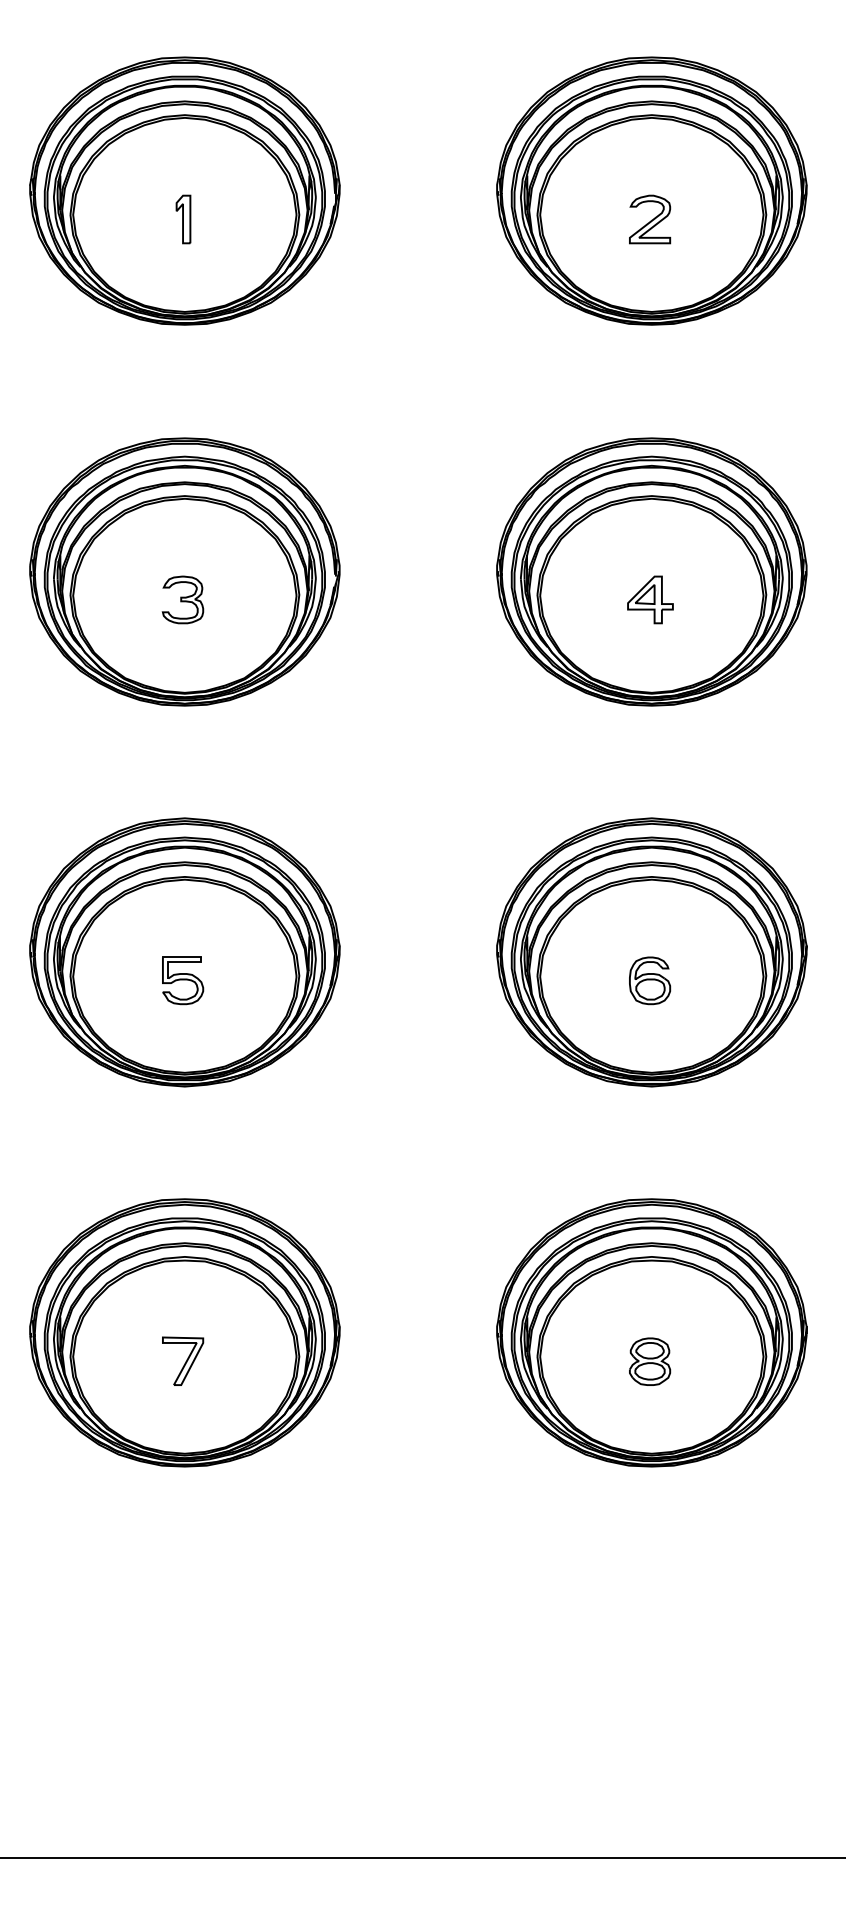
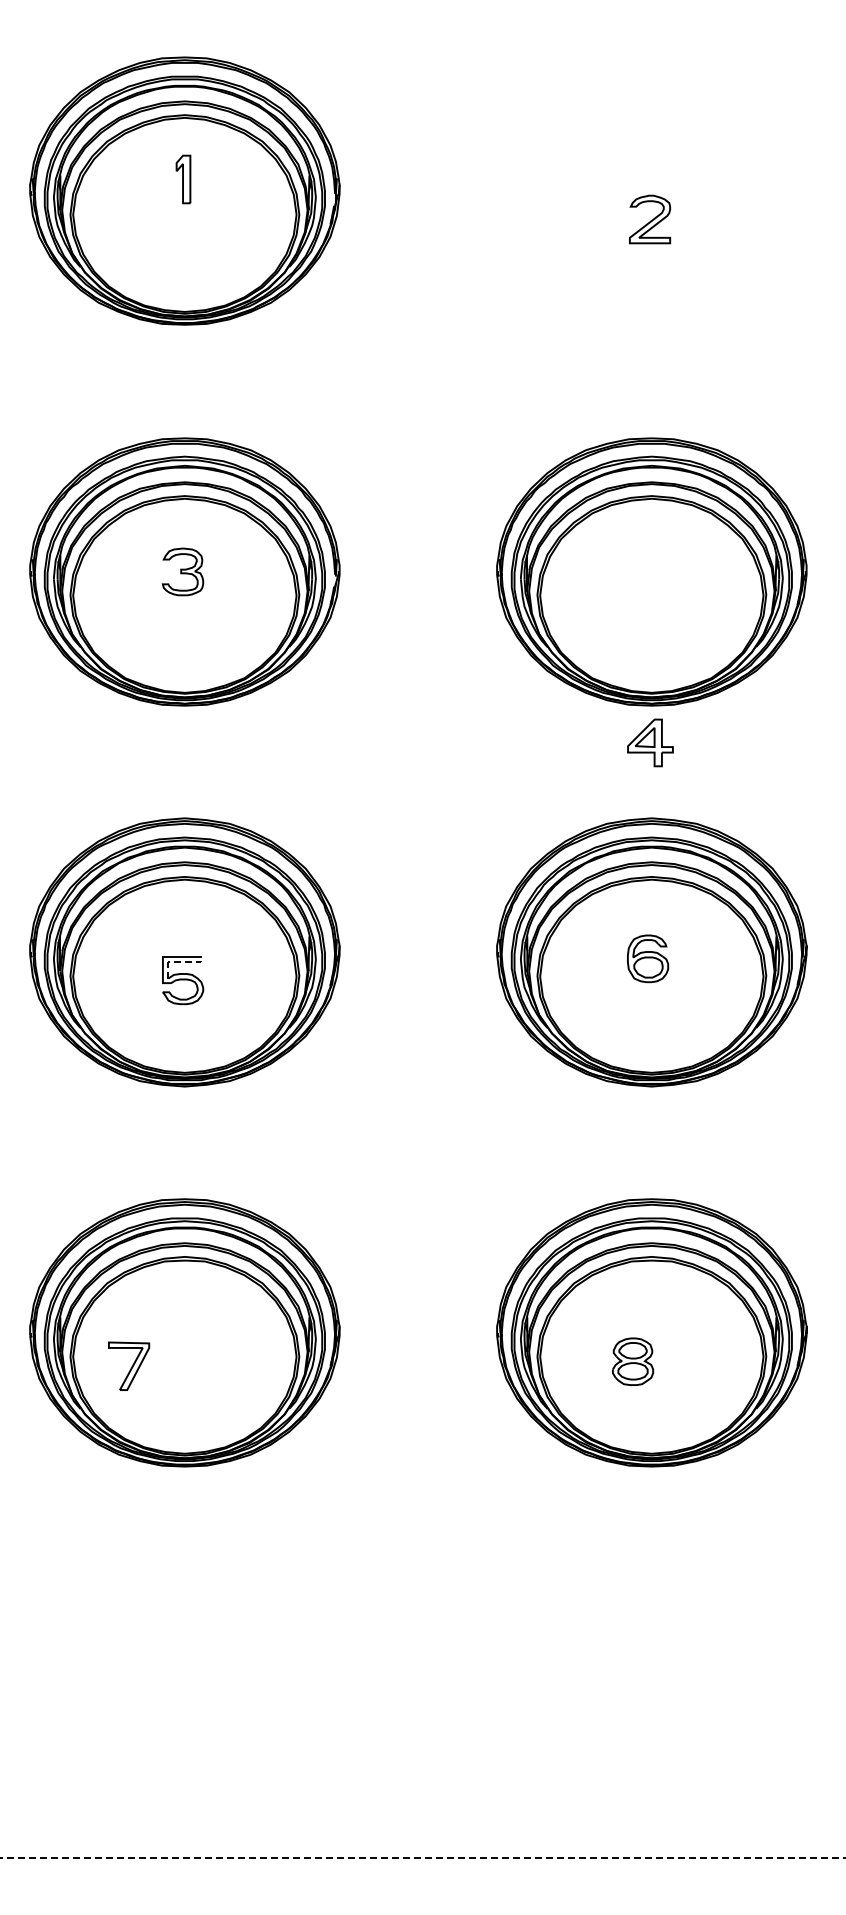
part at (651, 190): present -> none
part at (183, 219) position: (183, 219) -> (183, 179)
part at (182, 599) position: (182, 599) -> (182, 571)
part at (650, 599) position: (650, 599) -> (650, 742)
line at (179, 962): solid -> dashed
part at (650, 980) position: (650, 980) -> (648, 958)
part at (183, 1360) position: (183, 1360) -> (129, 1365)
part at (650, 1361) position: (650, 1361) -> (633, 1361)
line at (424, 1857): solid -> dashed
